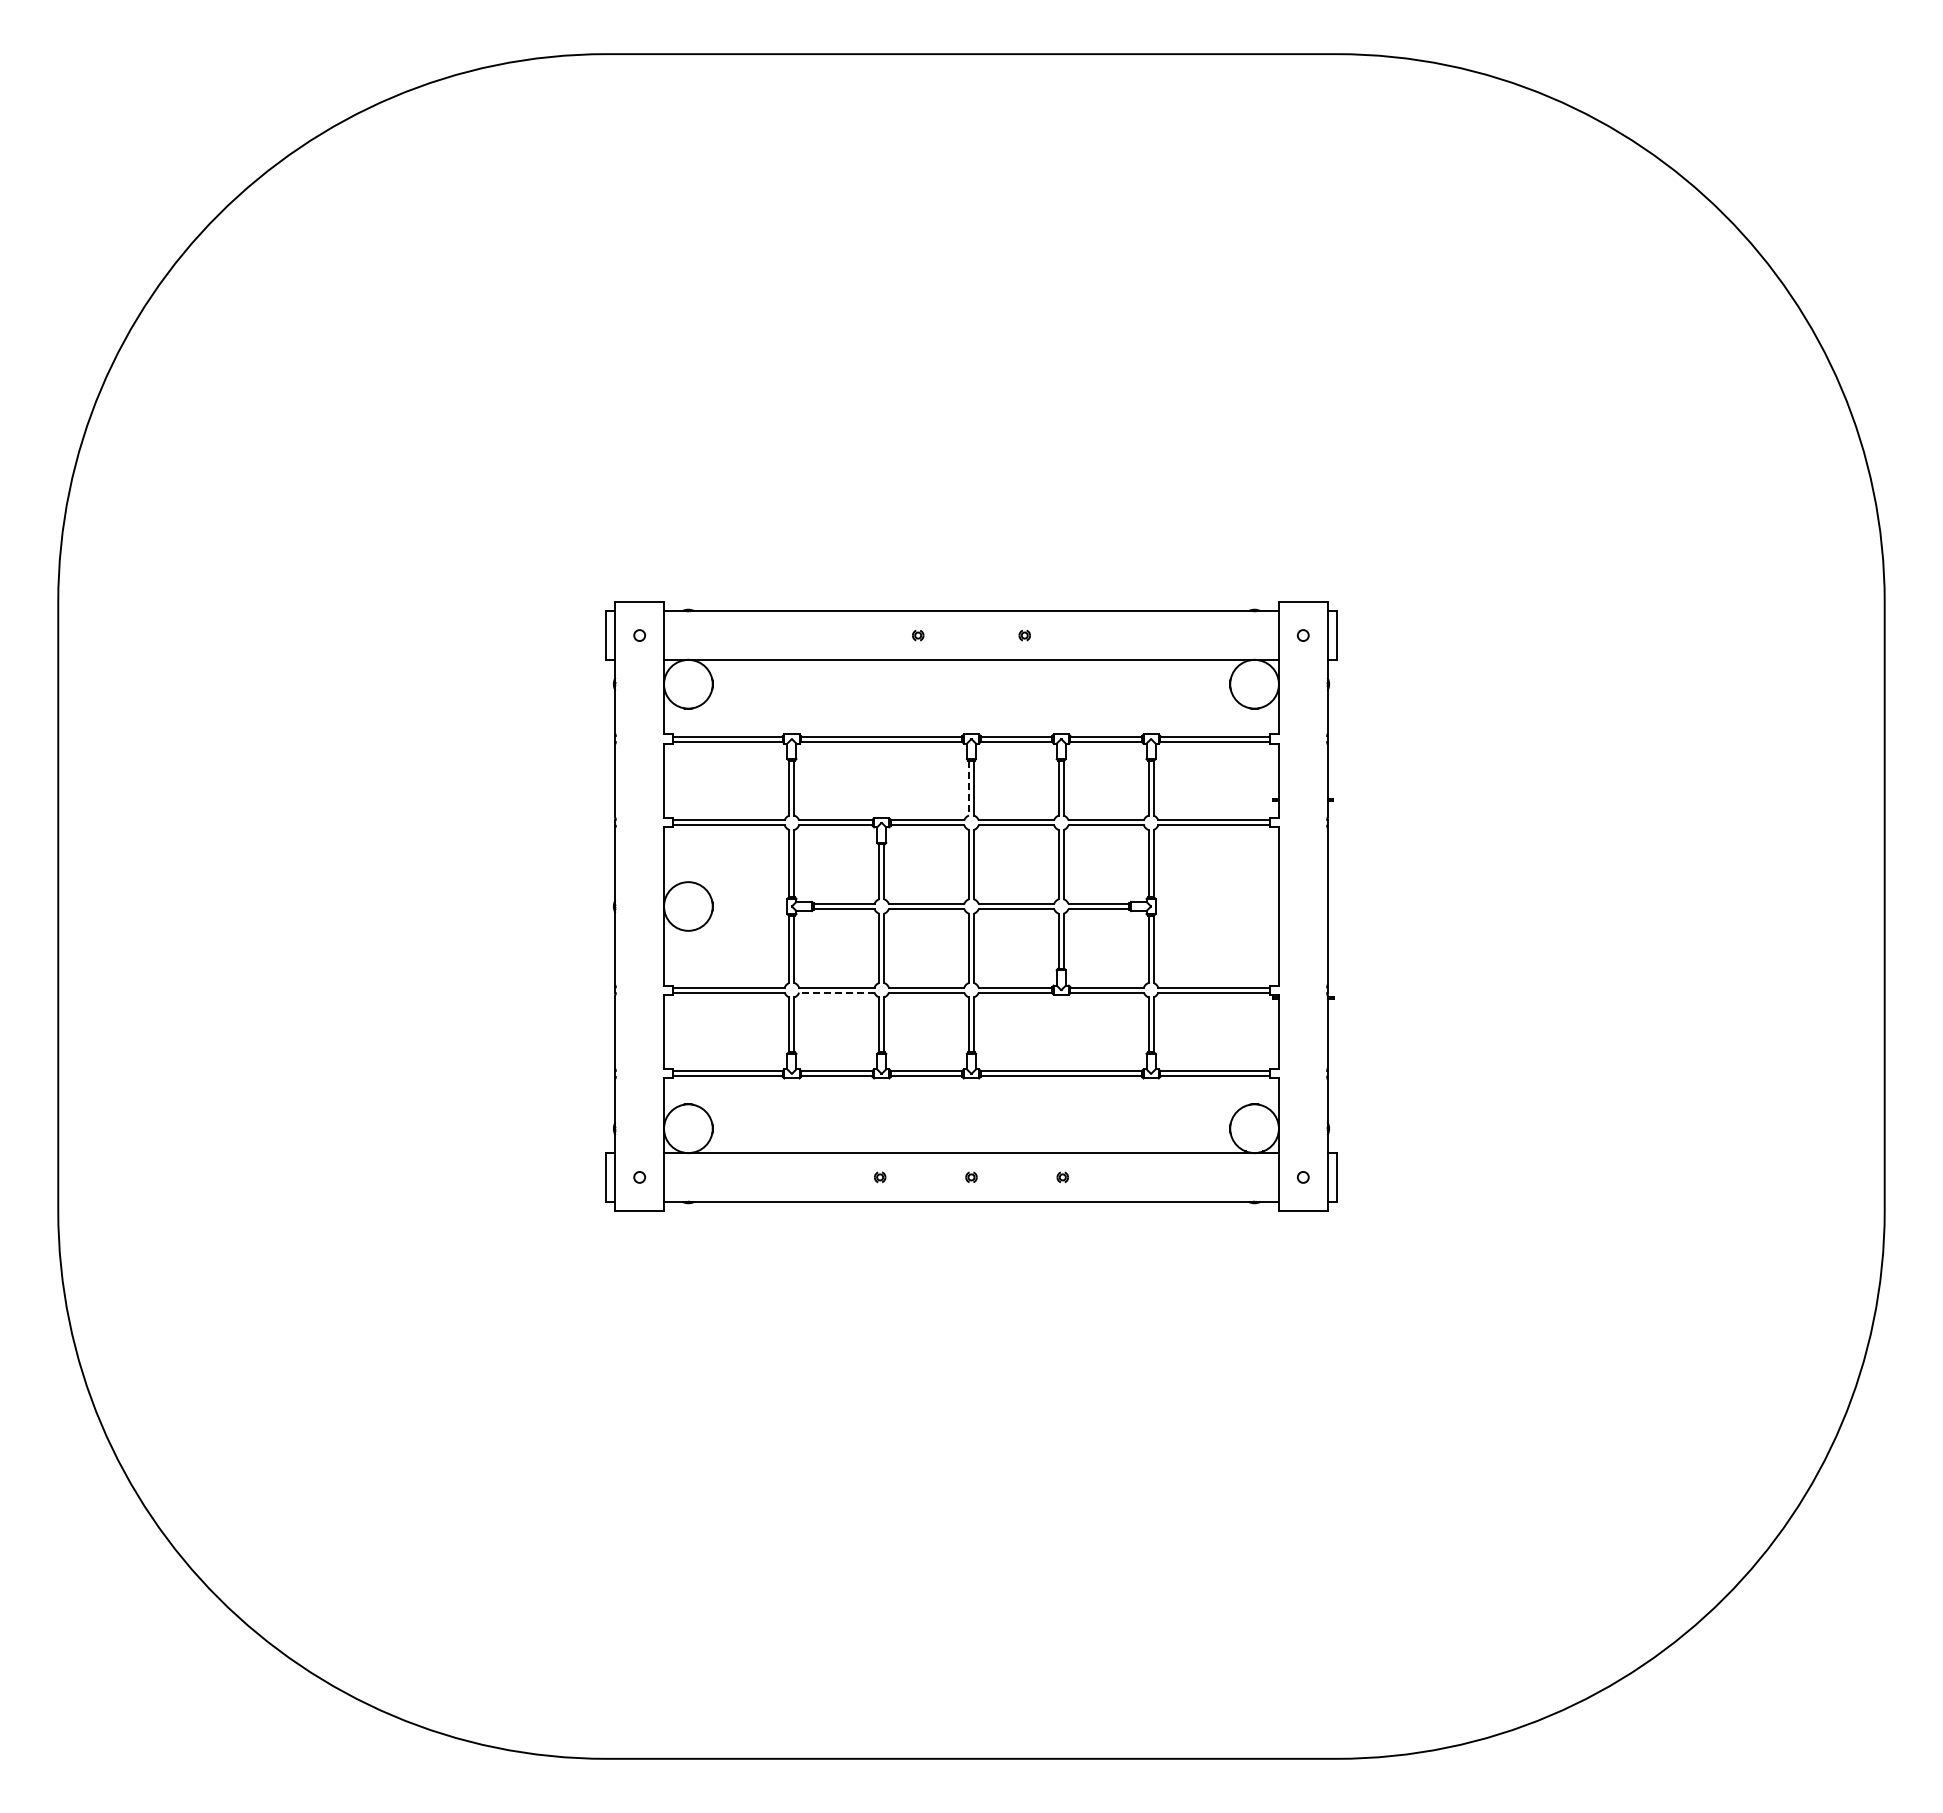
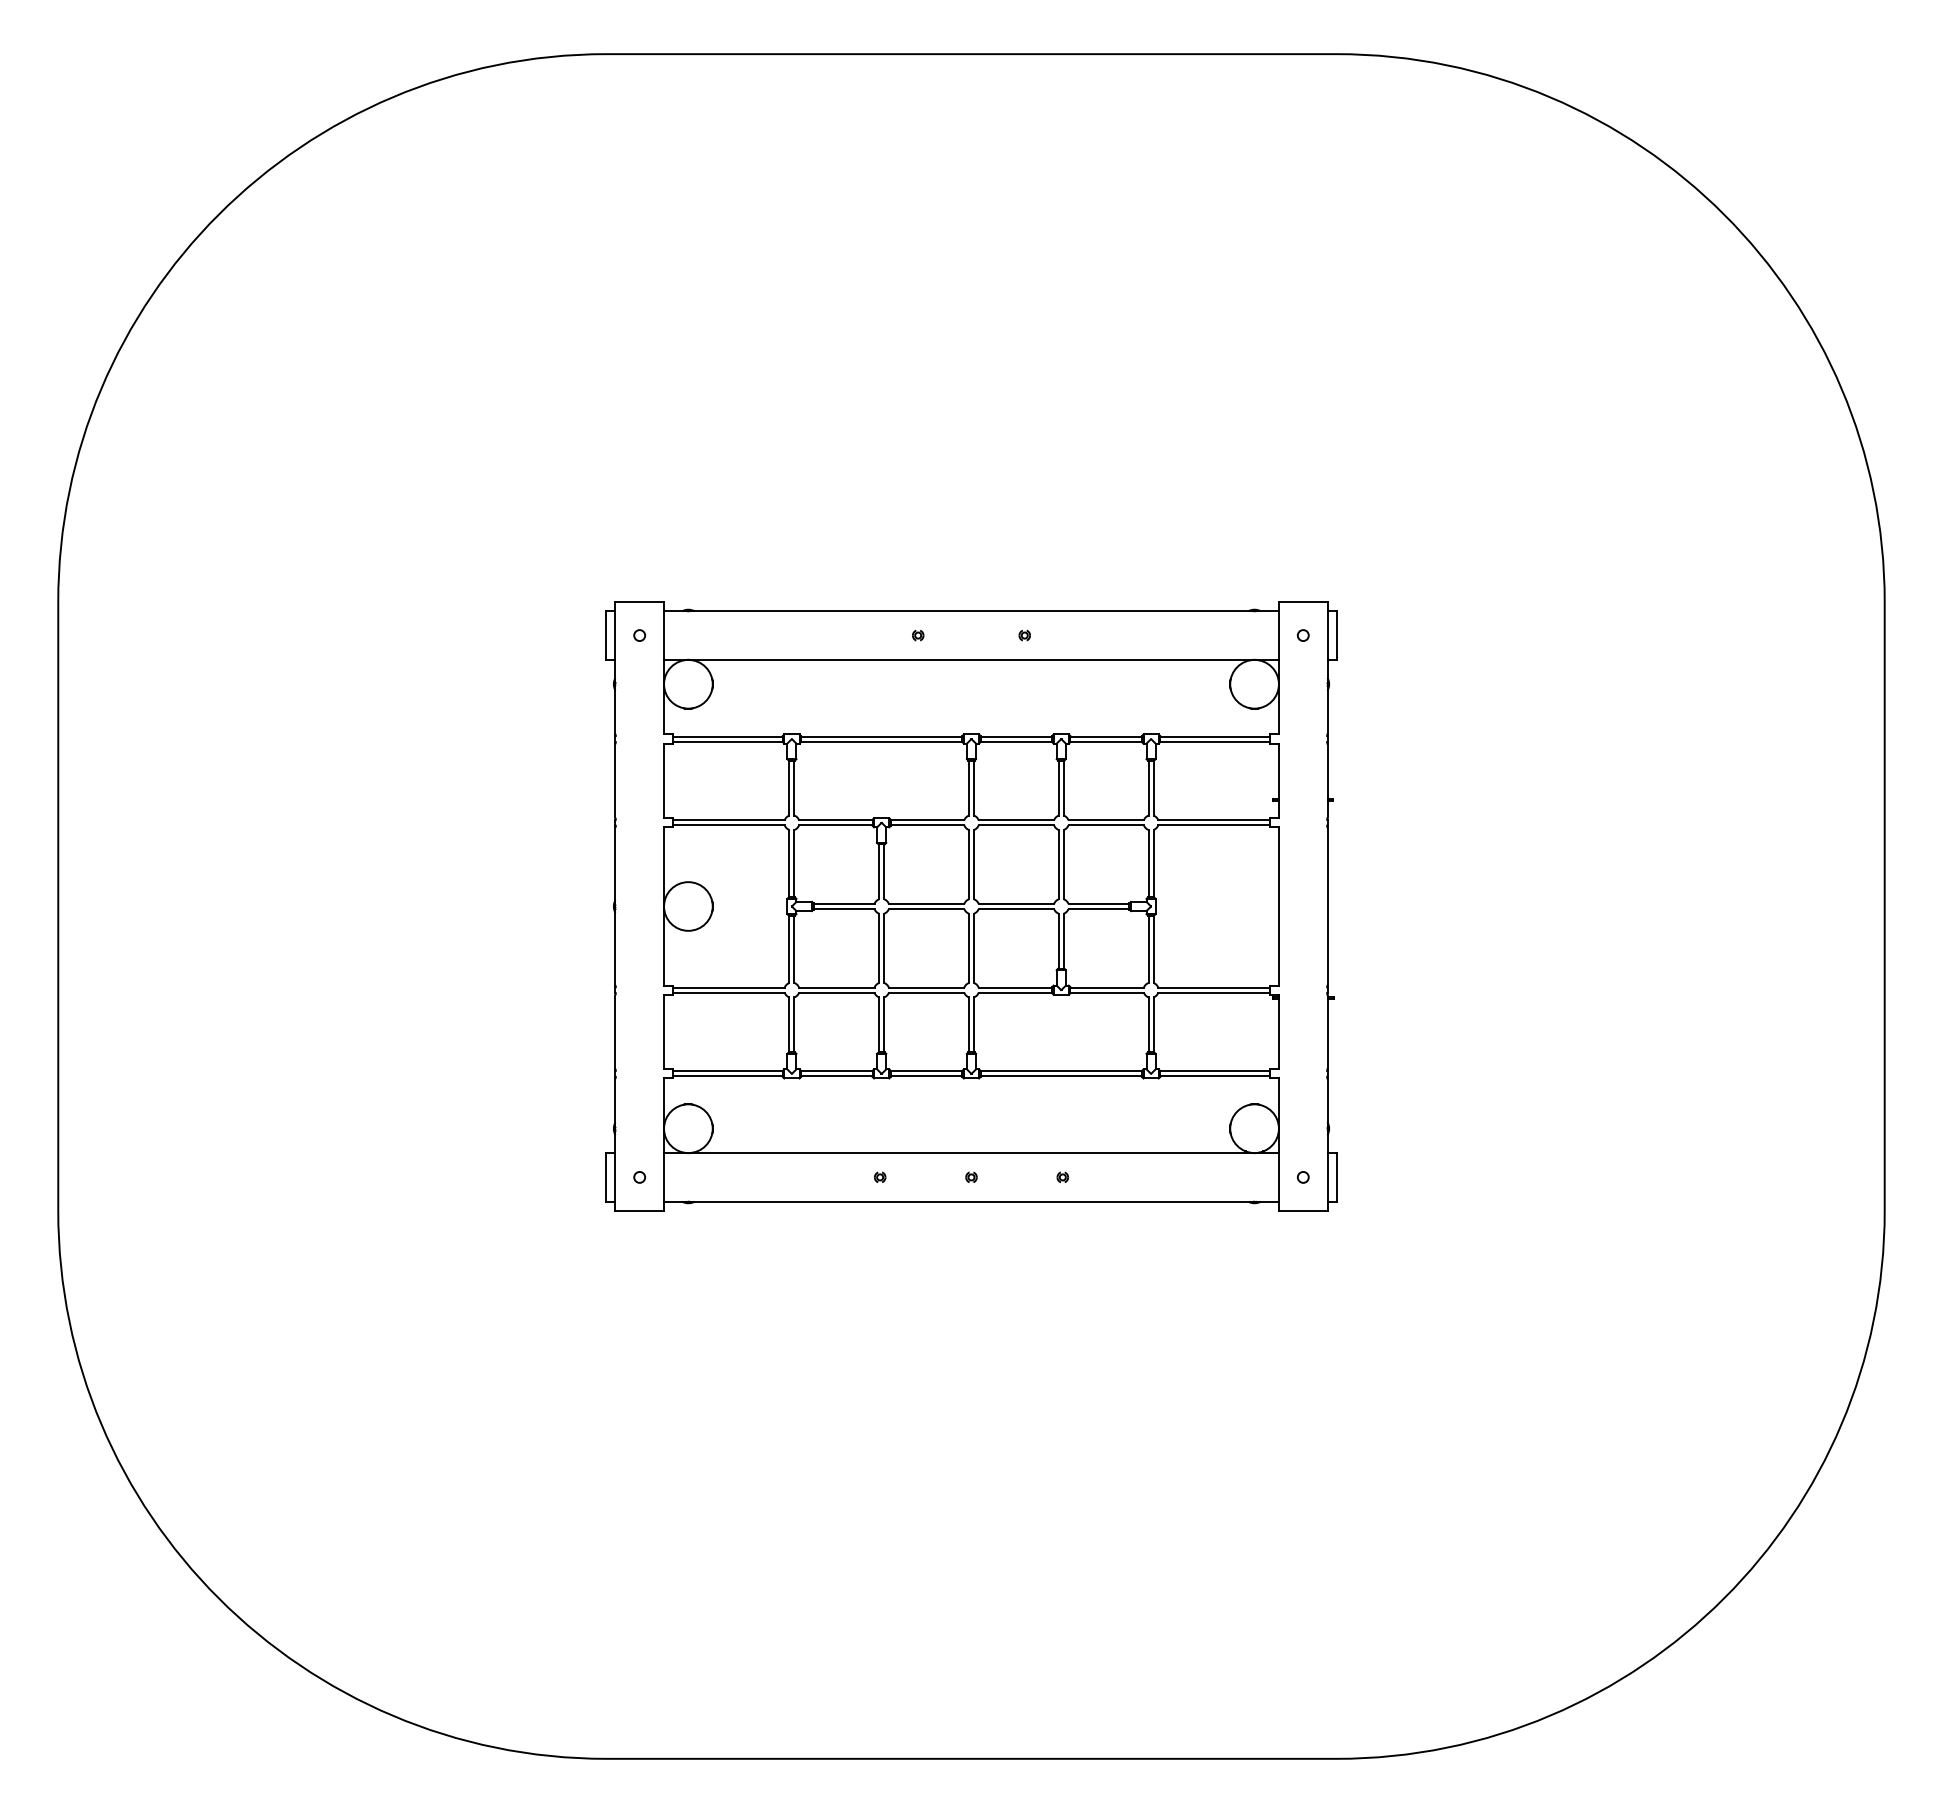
line at (969, 788): dashed -> solid
line at (836, 992): dashed -> solid
